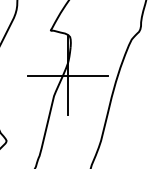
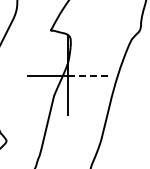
line at (87, 75): solid -> dashed
